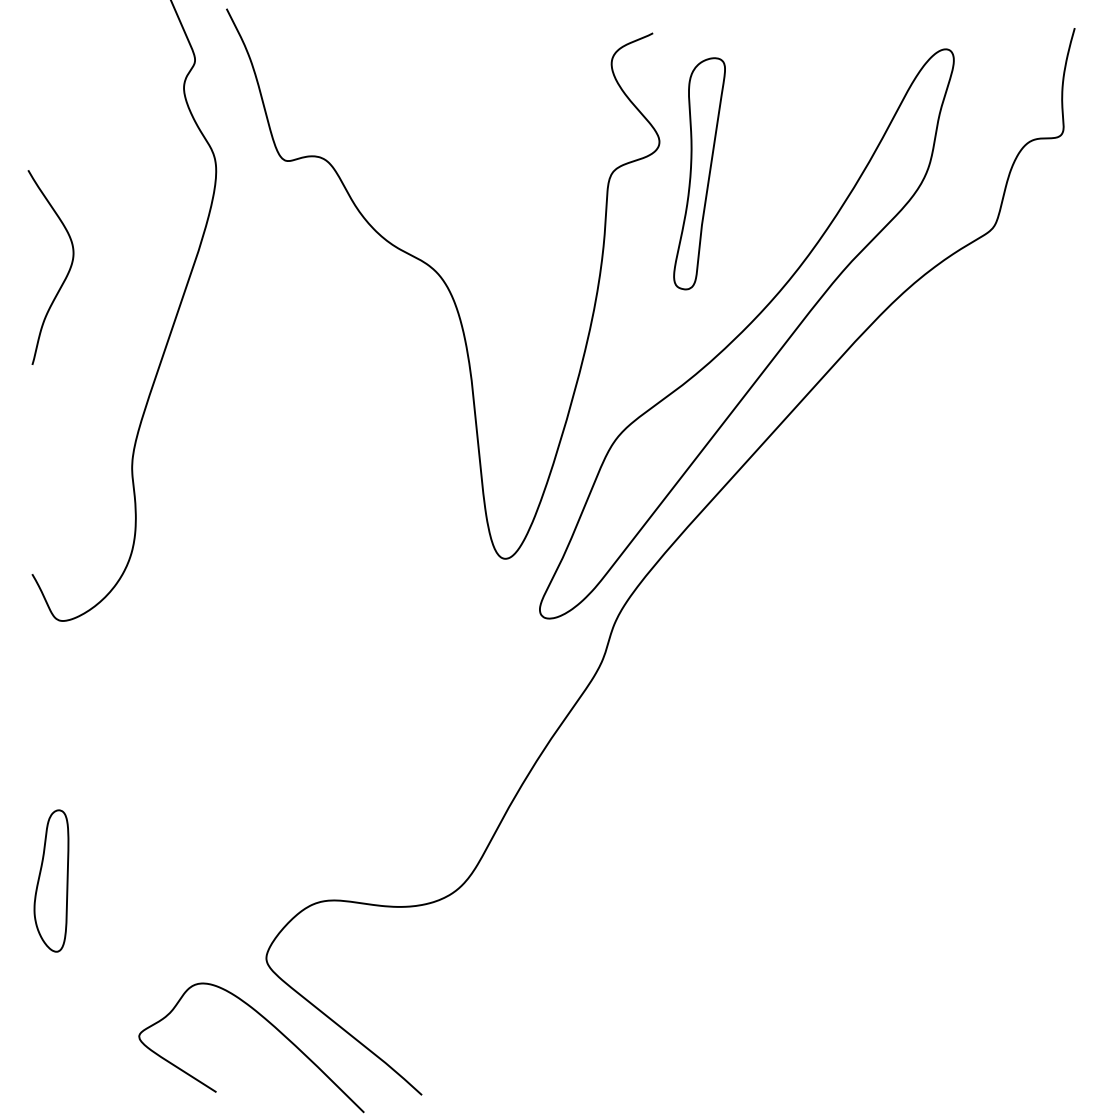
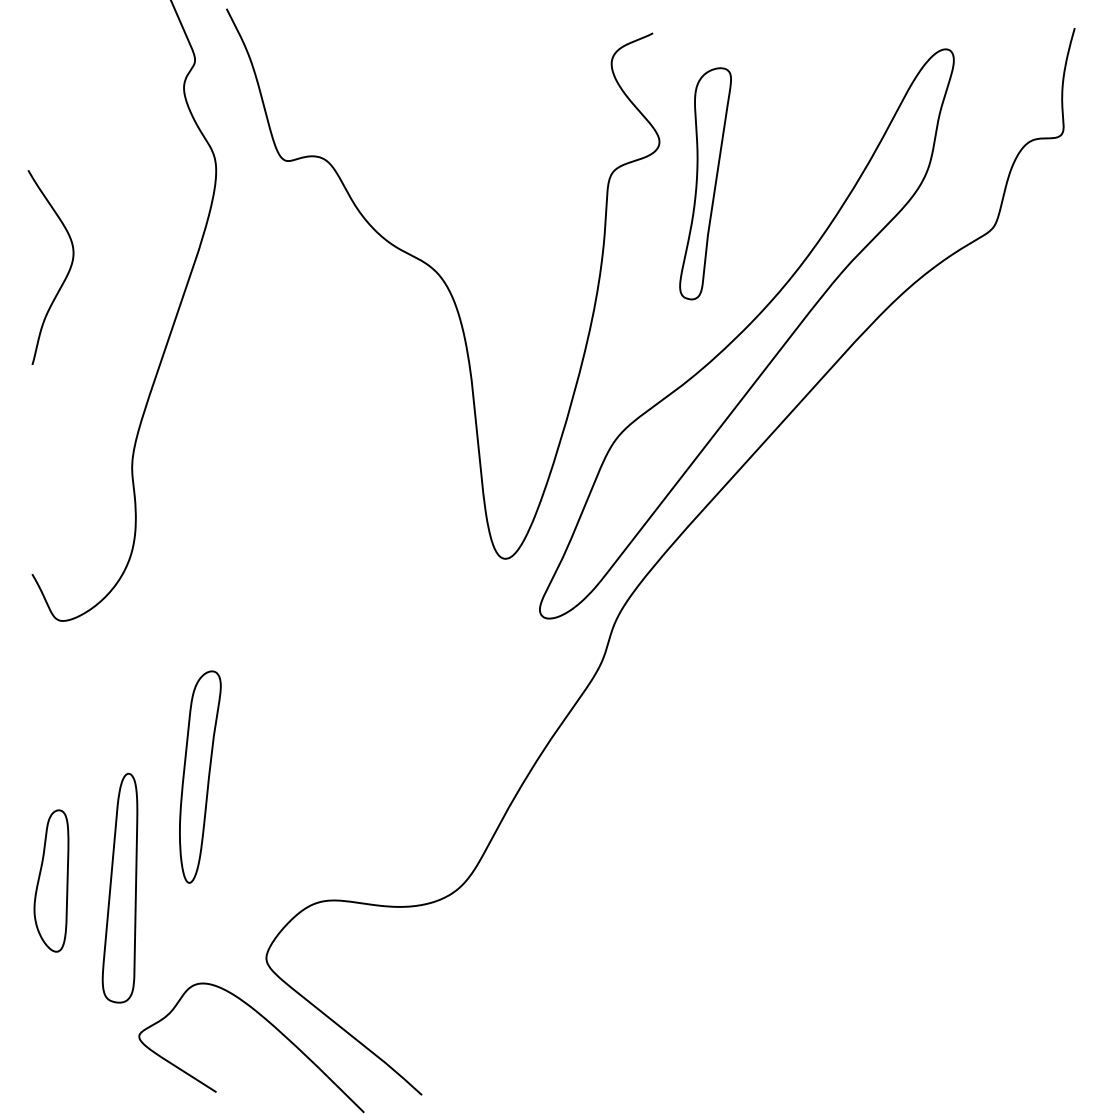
part at (699, 173) position: (699, 173) -> (705, 183)
part at (200, 776): none -> present
part at (119, 887): none -> present
